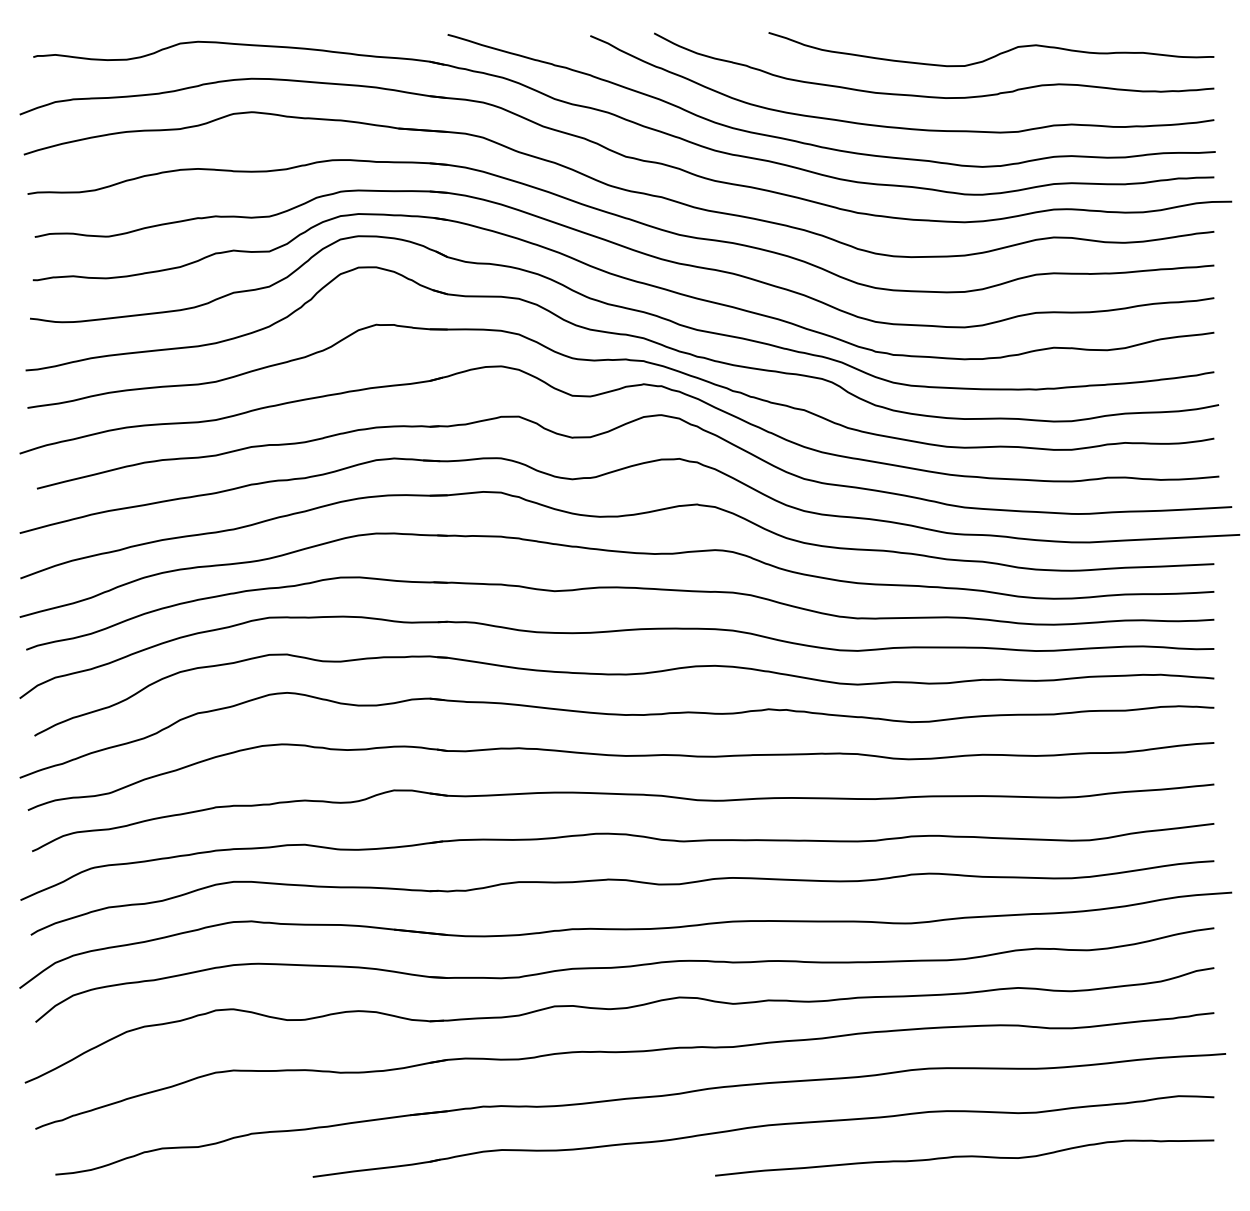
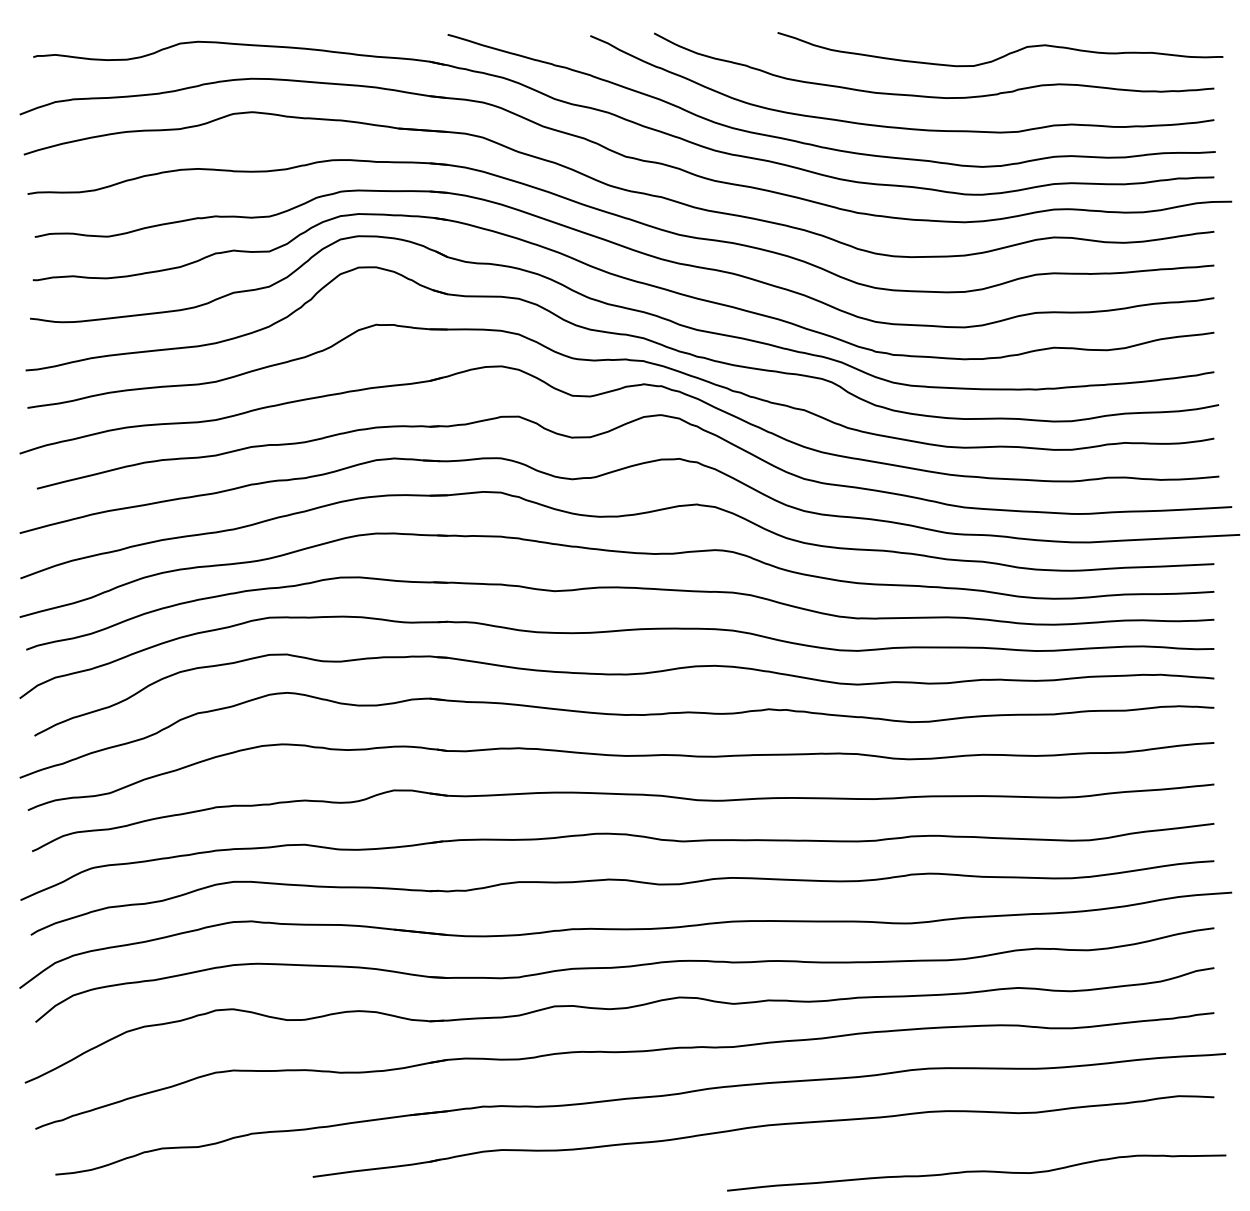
curve at (994, 55) position: (994, 55) -> (1003, 55)
curve at (964, 1157) position: (964, 1157) -> (976, 1172)
